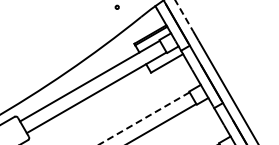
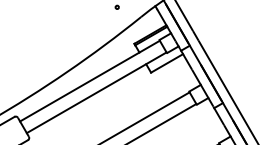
line at (184, 15): dashed -> solid
line at (143, 118): dashed -> solid
